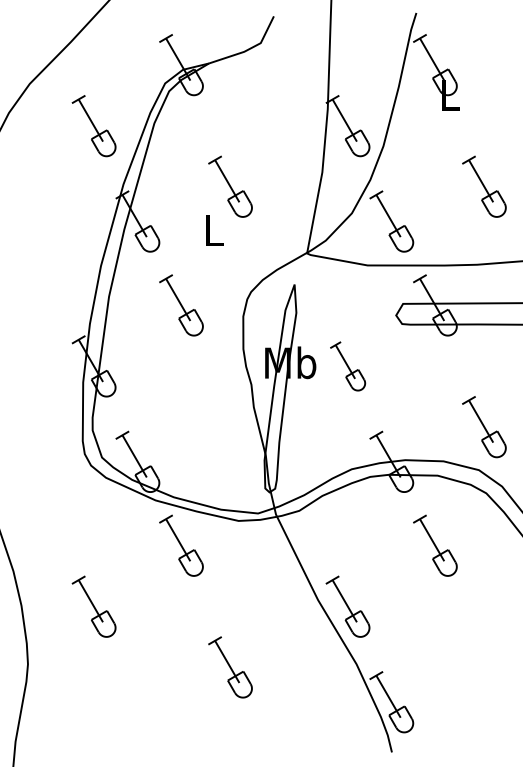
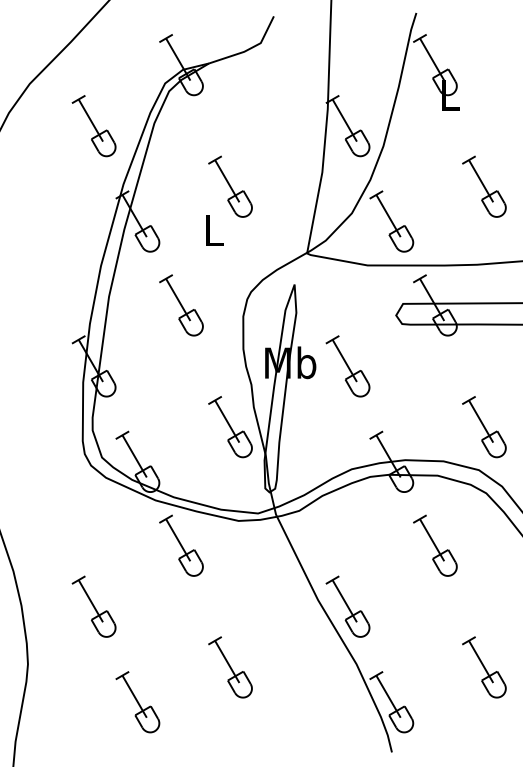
part at (348, 366) size: 37x51 px -> 46x63 px
part at (230, 427): none -> present
part at (484, 667): none -> present
part at (137, 702): none -> present
